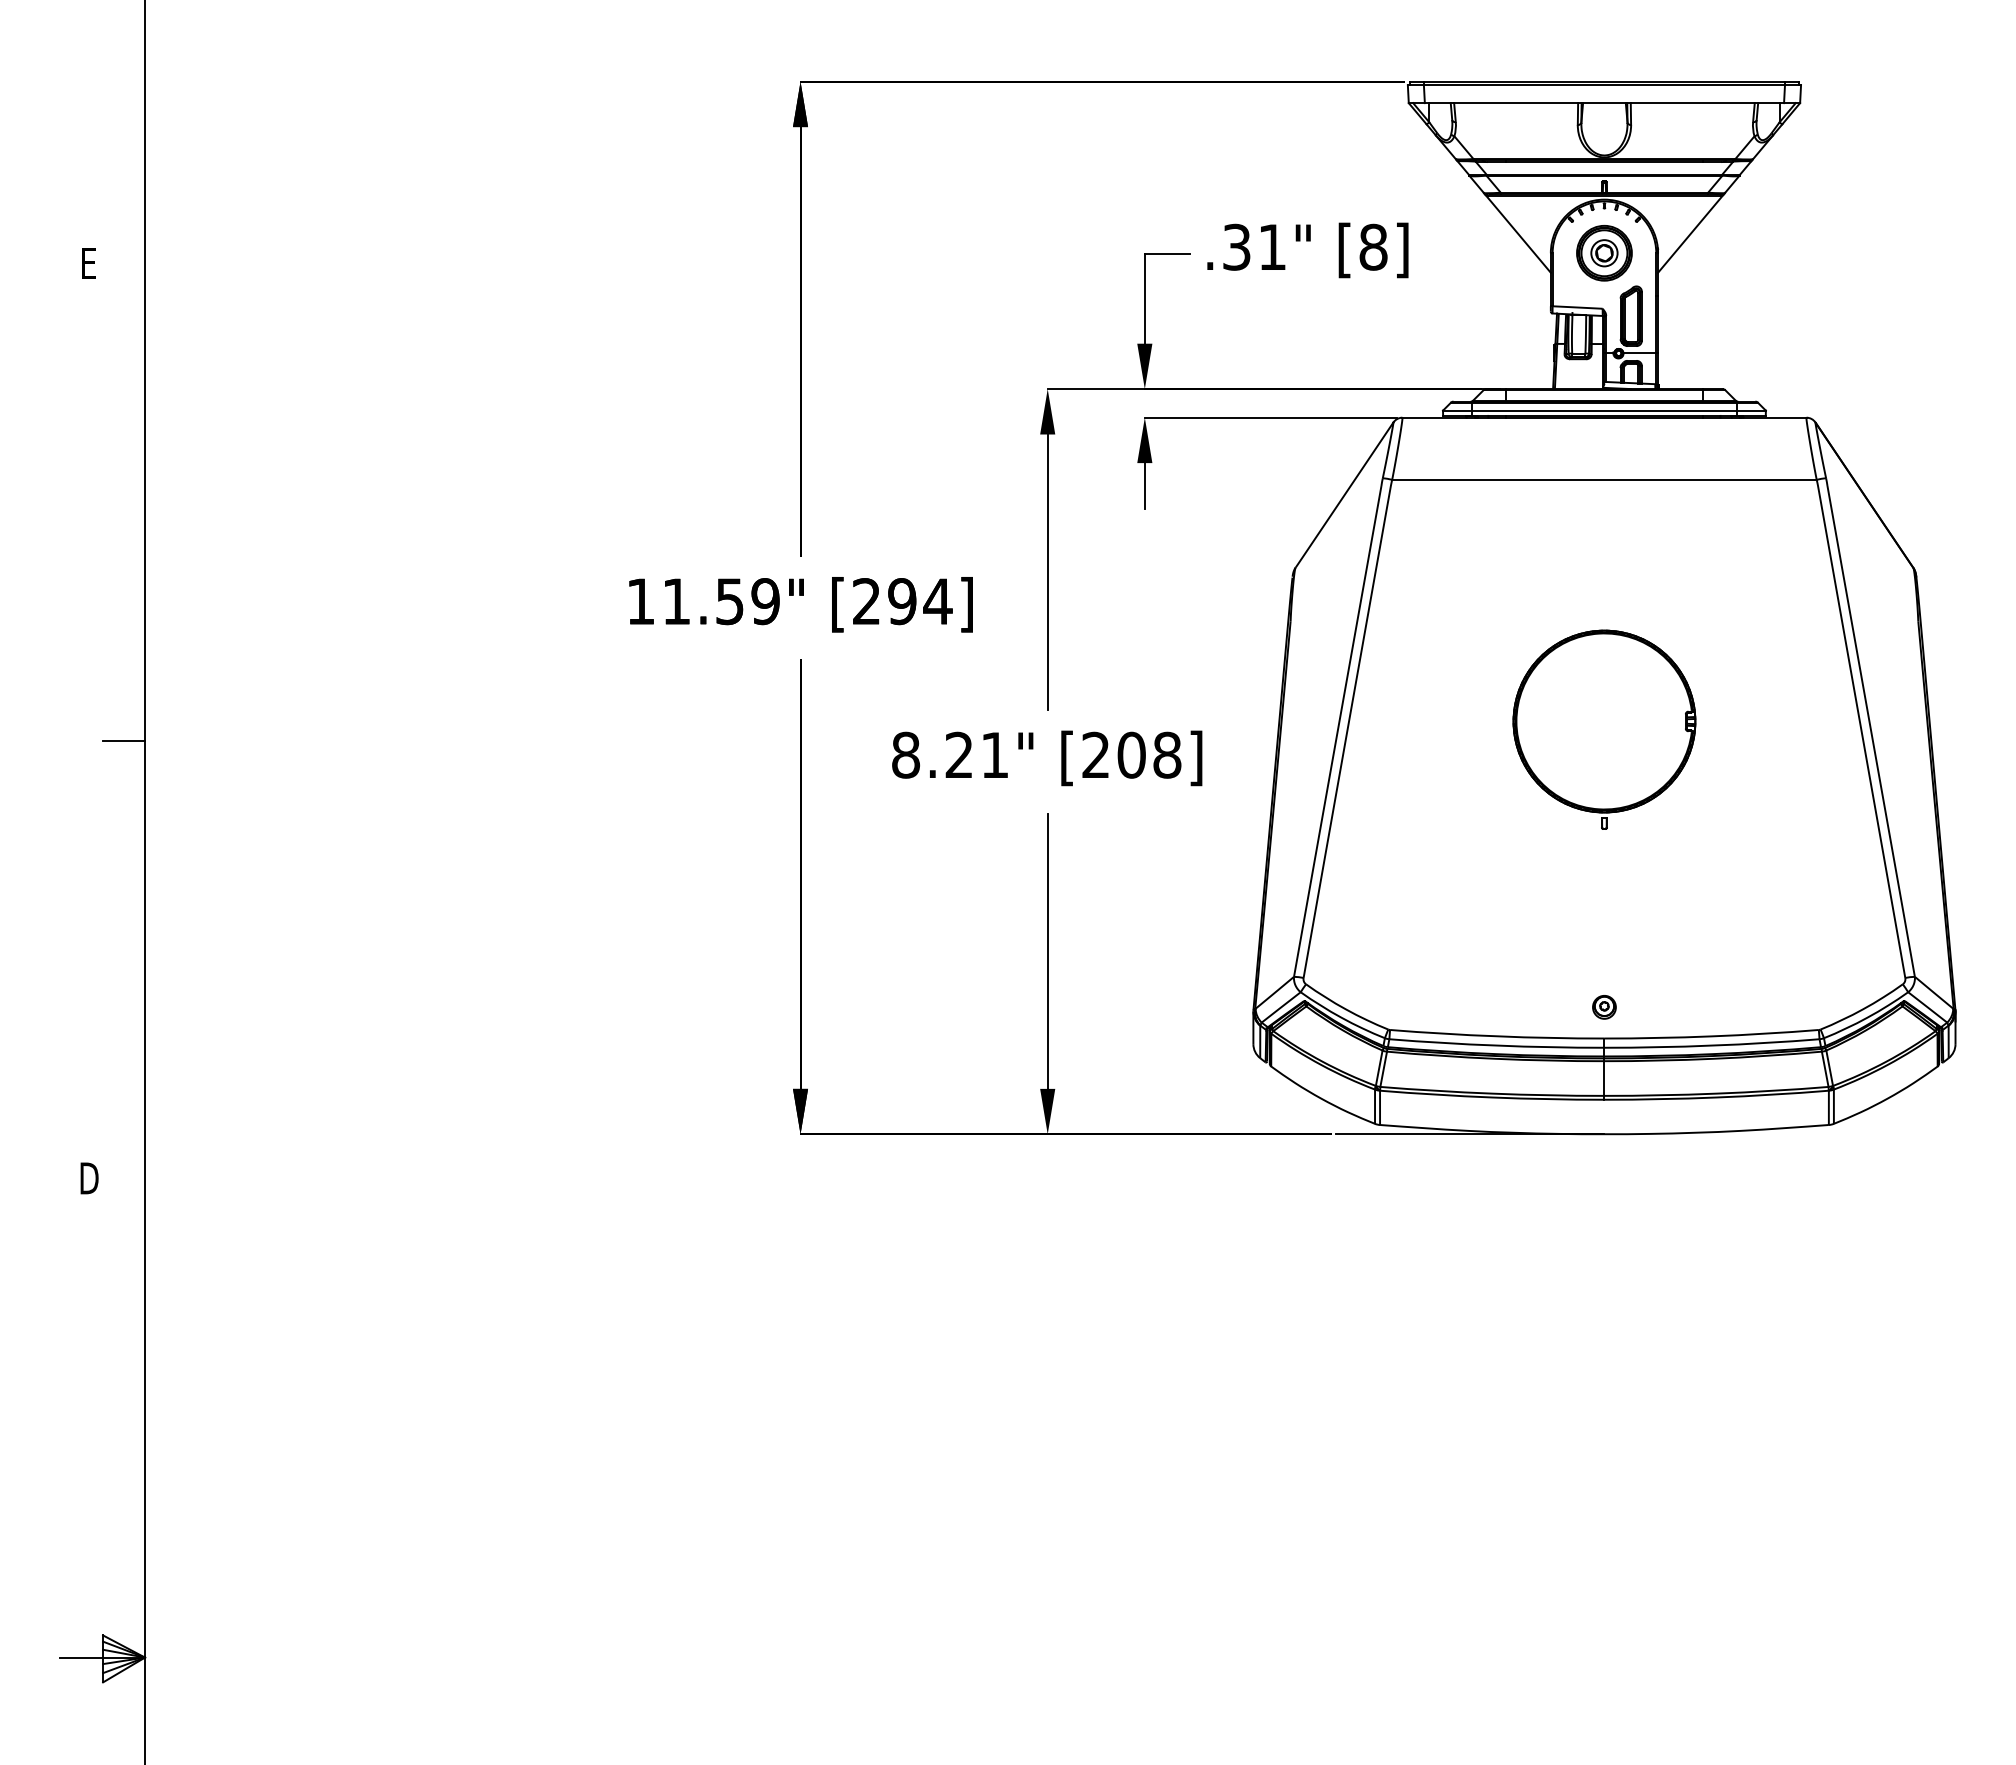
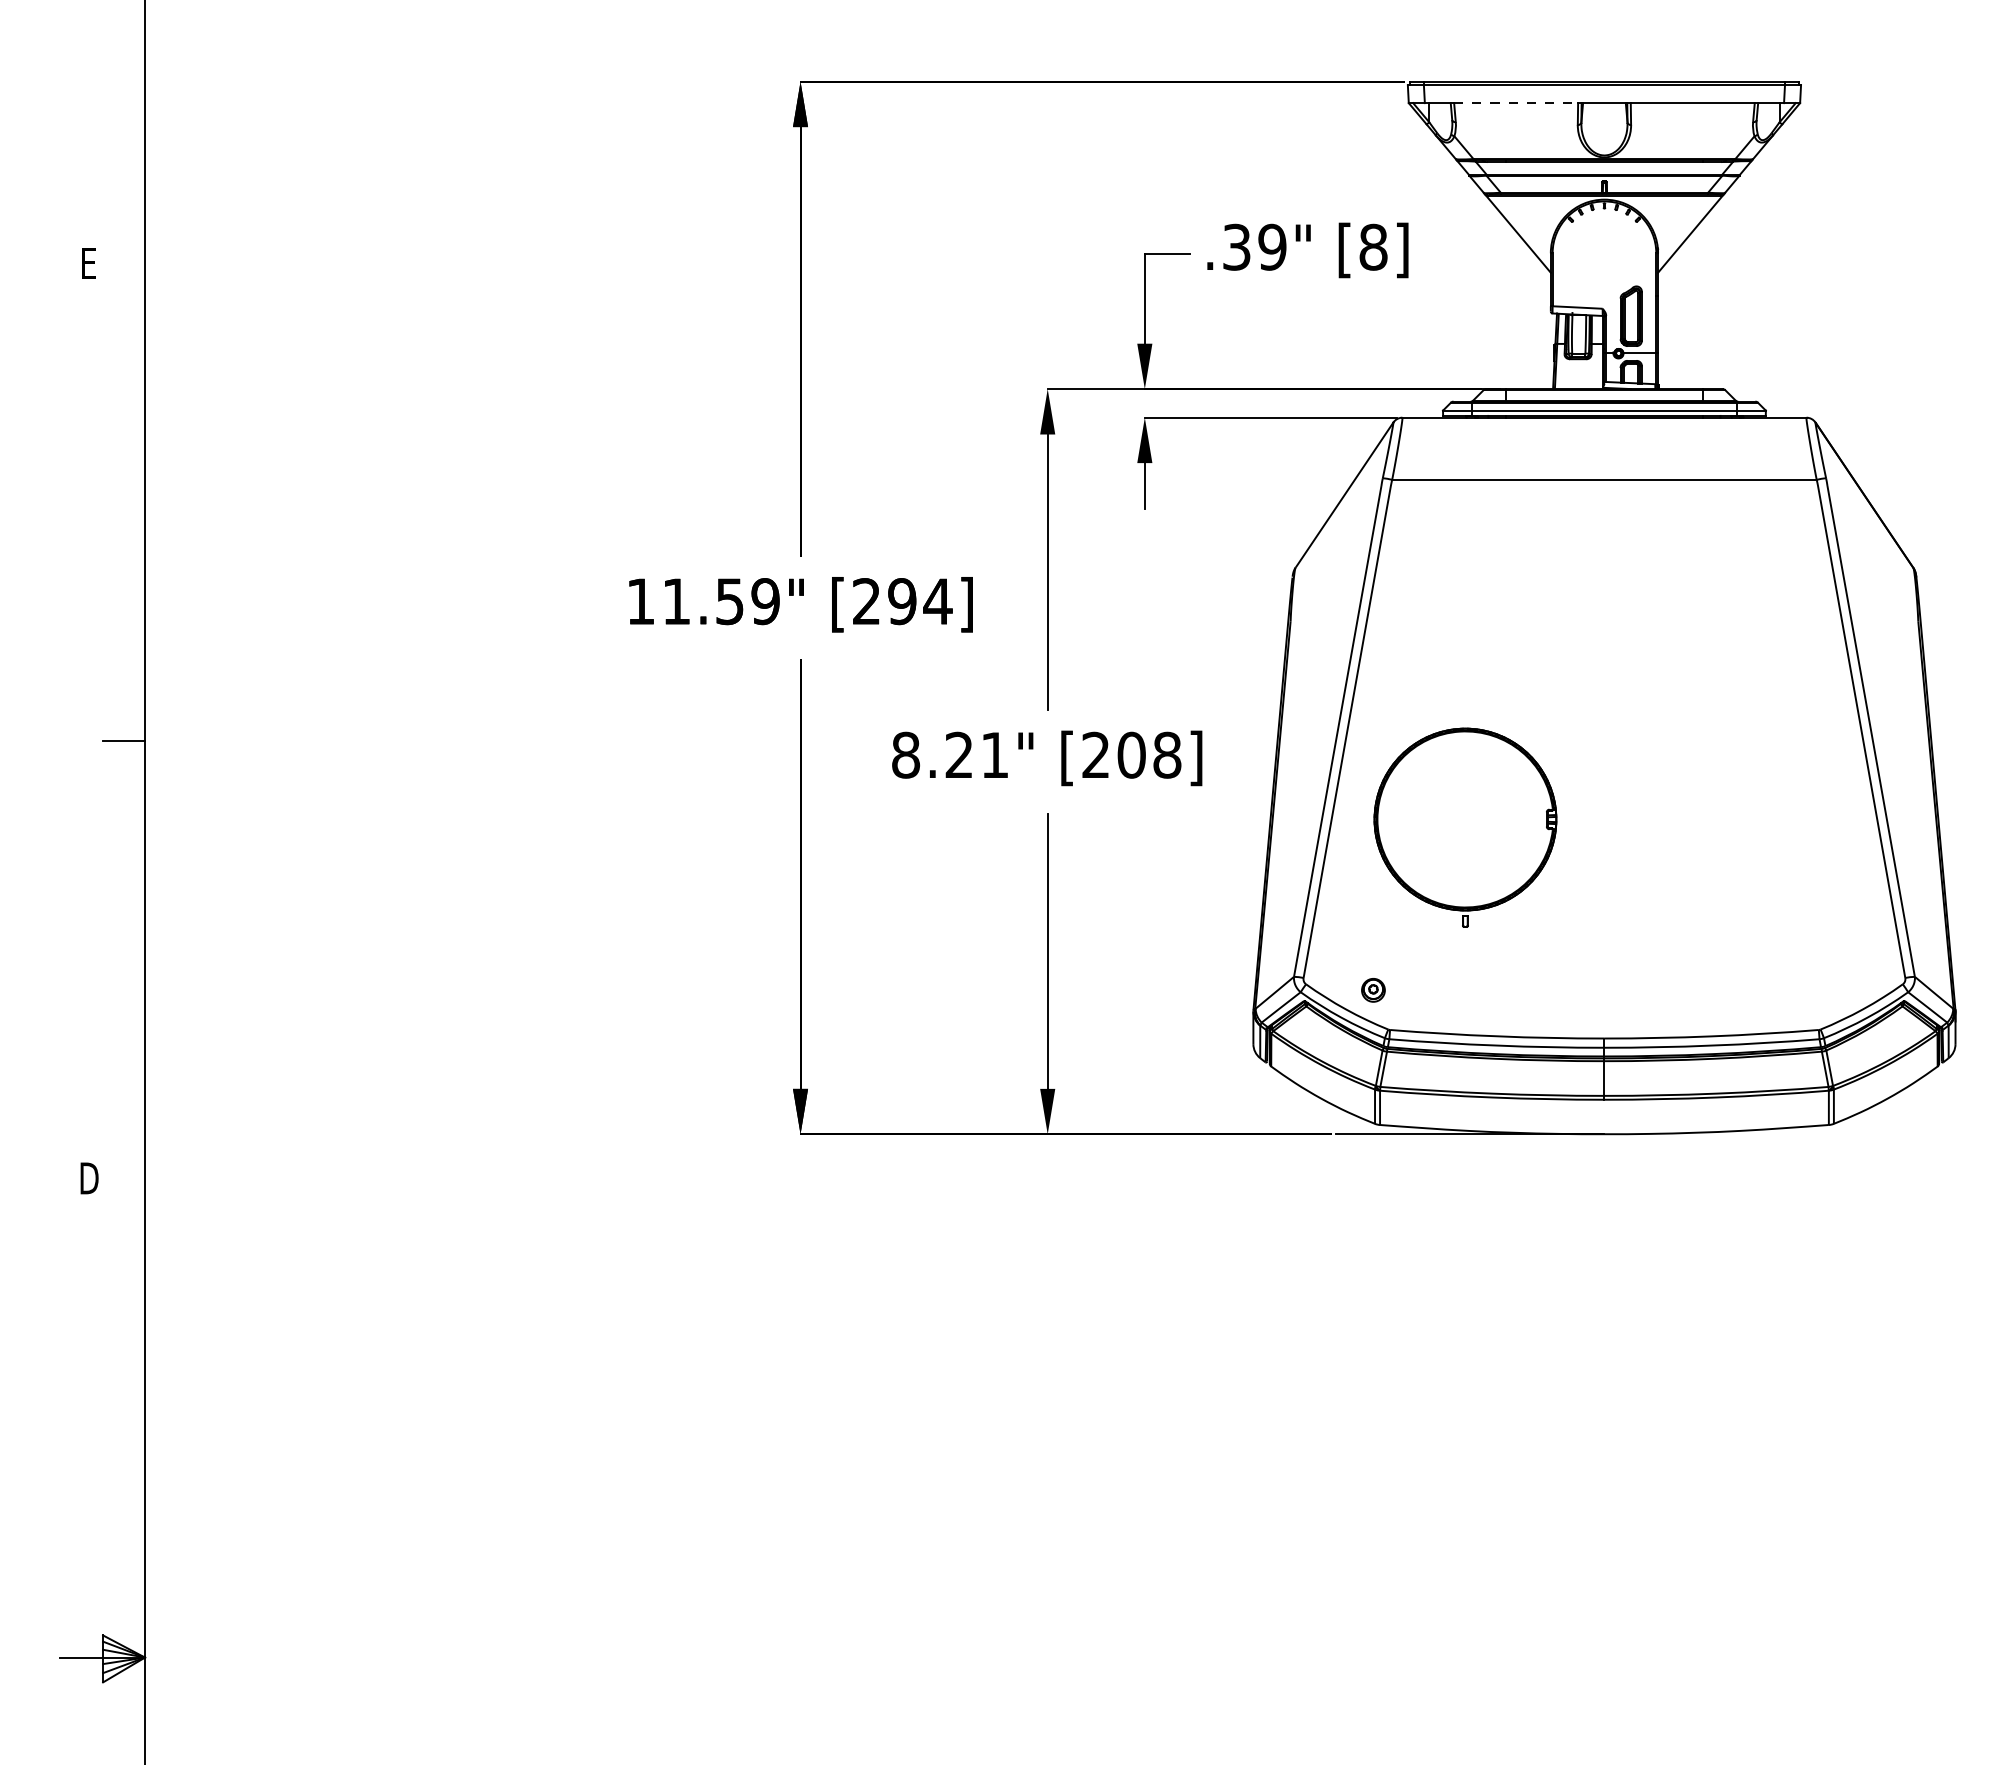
line at (1516, 103): solid -> dashed
text at (1272, 246): .31" -> .39"
part at (1604, 253): present -> none
part at (1604, 729) position: (1604, 729) -> (1465, 827)
part at (1604, 1007) position: (1604, 1007) -> (1373, 990)
